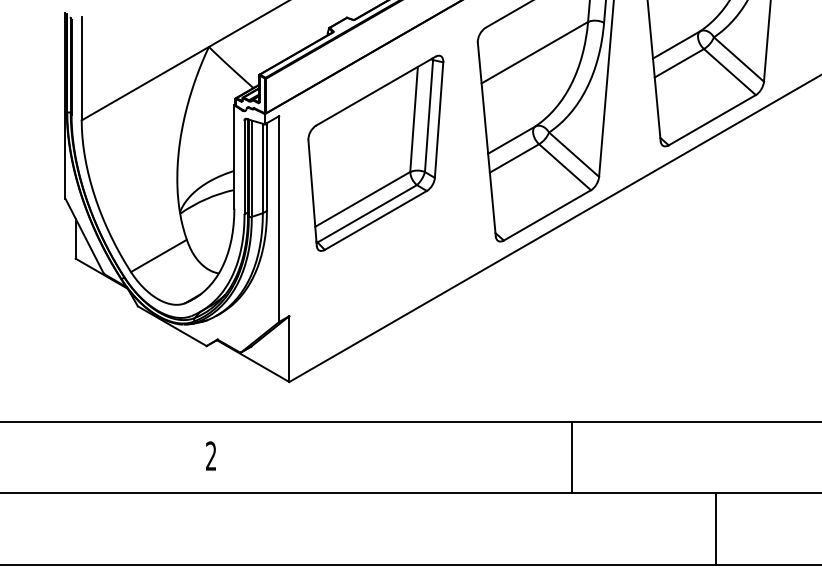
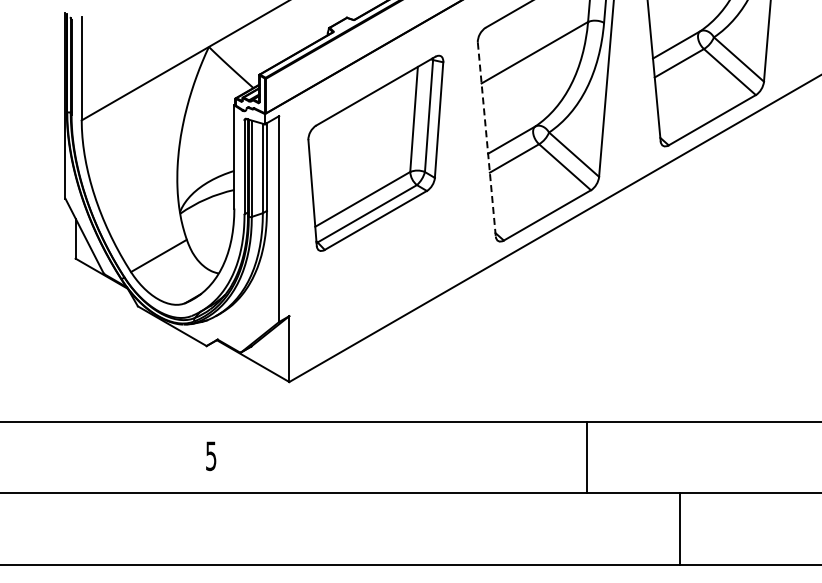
line at (486, 140): solid -> dashed
text at (211, 456): 2 -> 5
line at (572, 457) position: (572, 457) -> (587, 457)
line at (716, 529) position: (716, 529) -> (680, 529)
